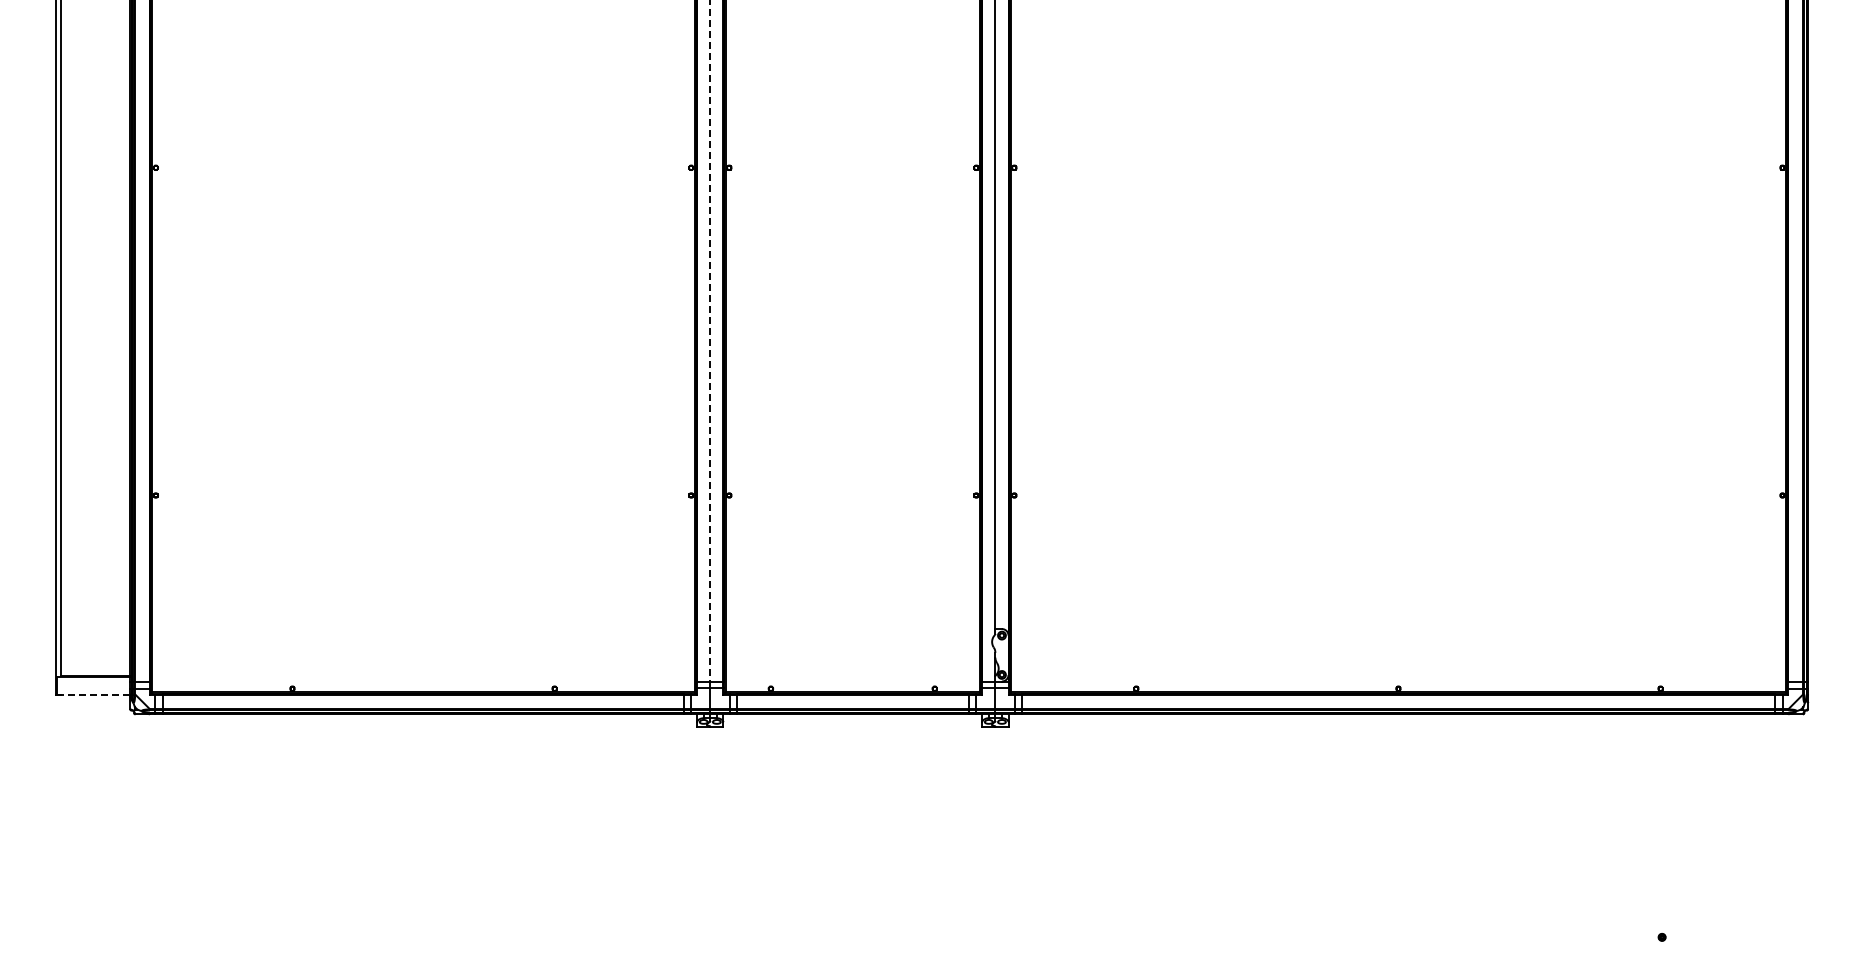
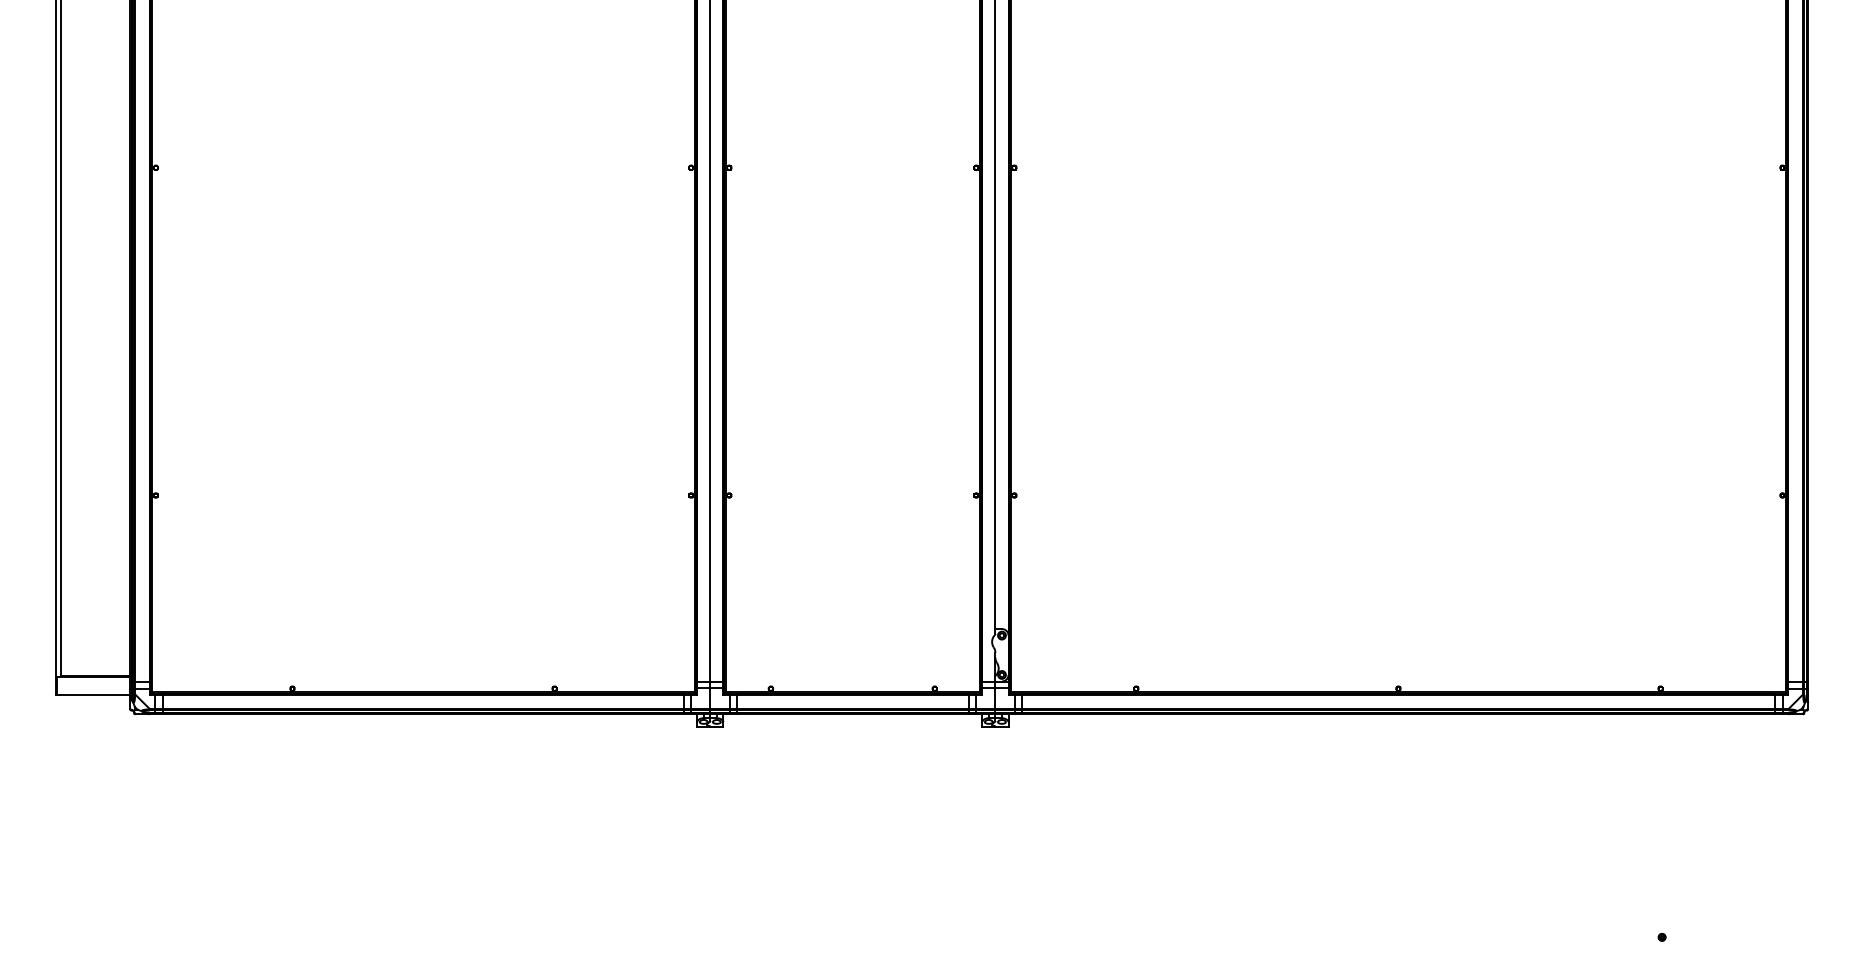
line at (710, 341): dashed -> solid
line at (95, 695): dashed -> solid
